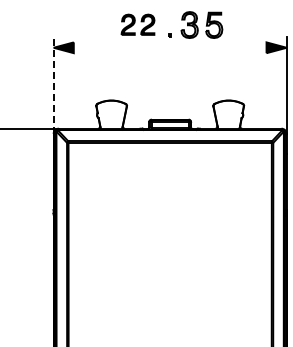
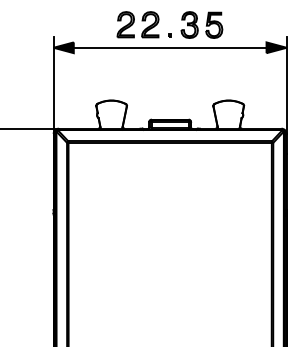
part at (137, 24) size: 36x23 px -> 44x28 px
line at (169, 47): none -> present
line at (53, 85): dashed -> solid
